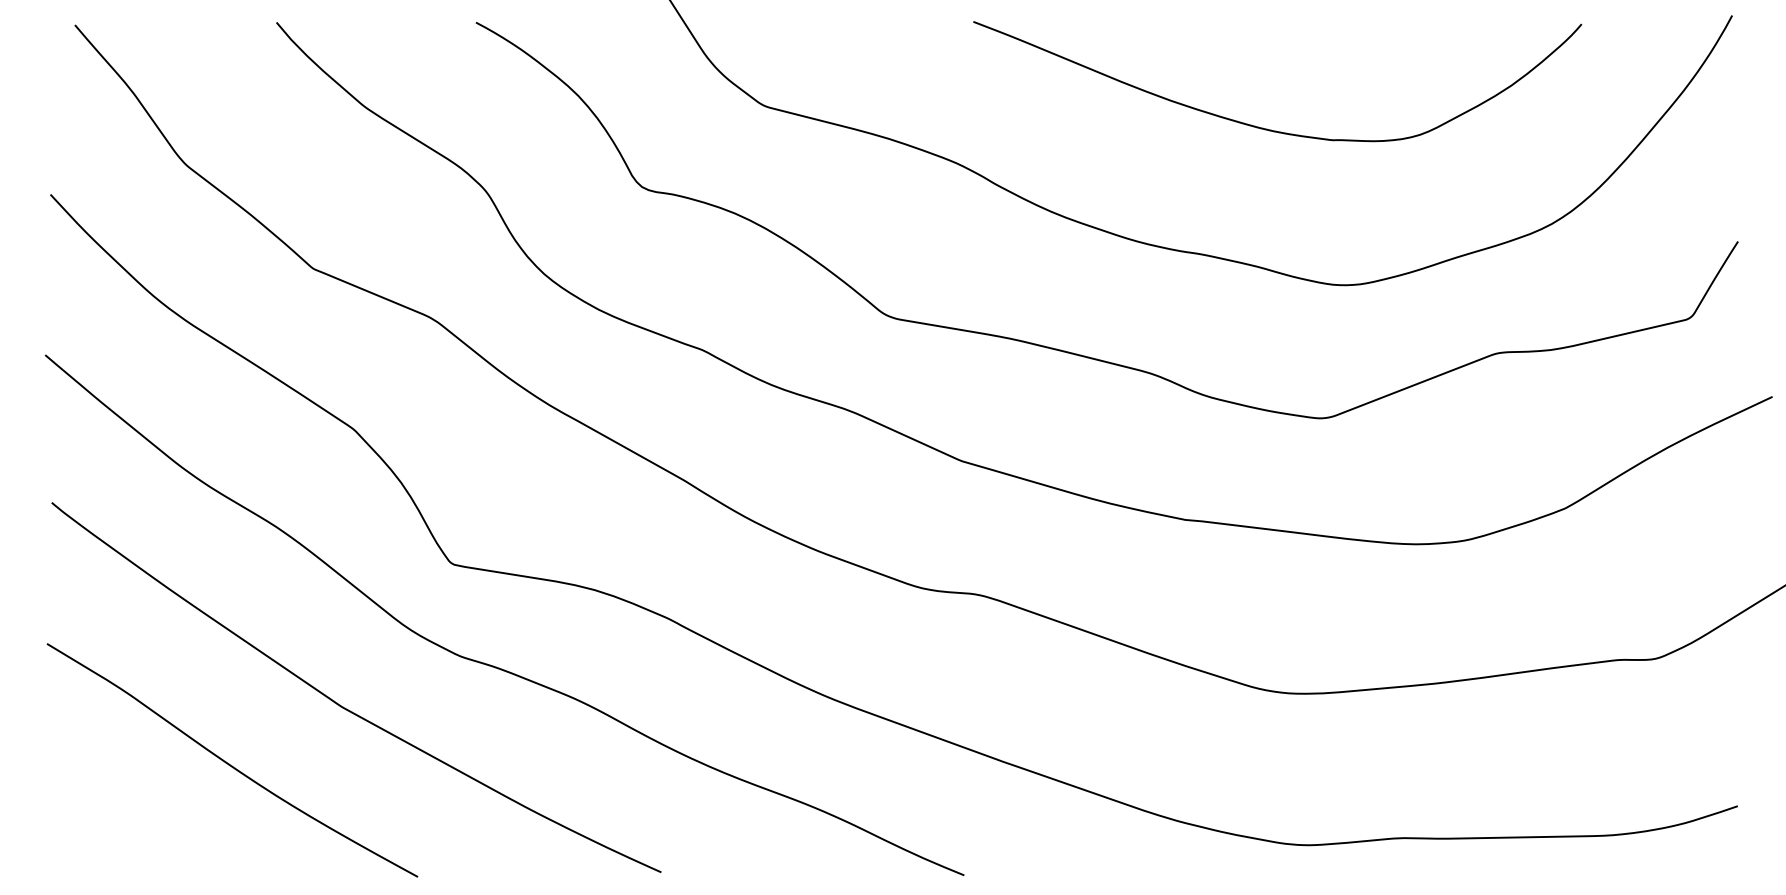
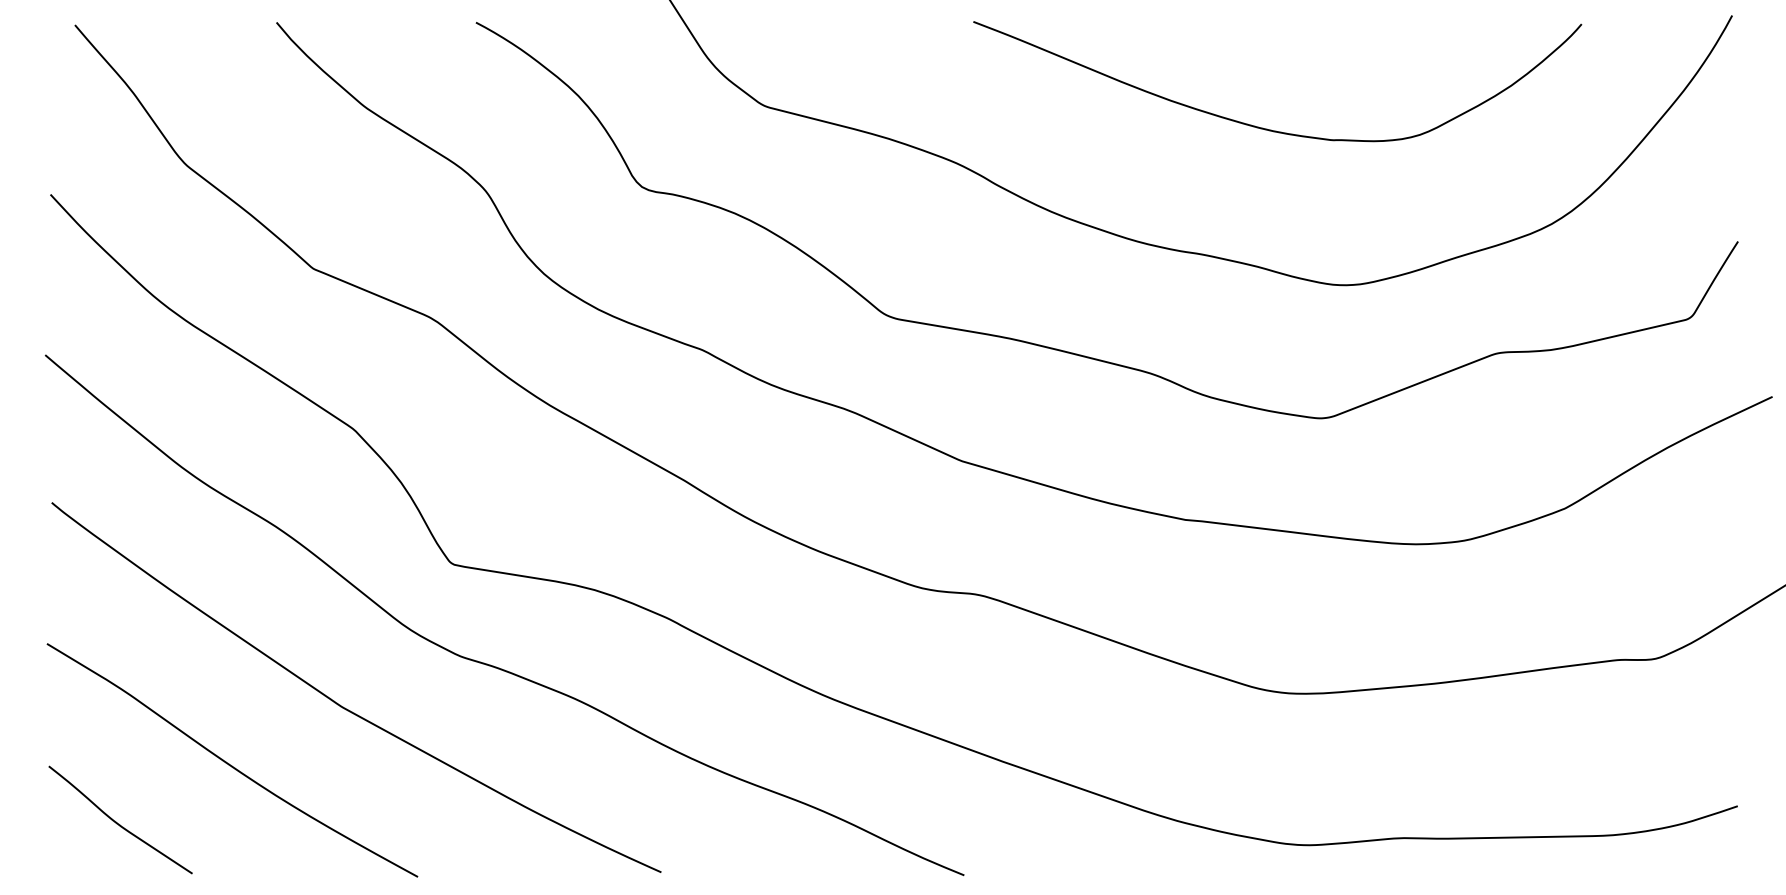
curve at (117, 822): none -> present
